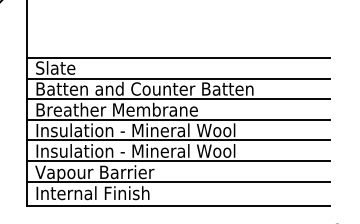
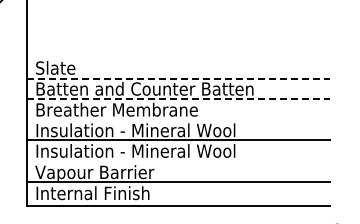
line at (178, 57): present -> none
line at (178, 78): solid -> dashed
line at (178, 99): solid -> dashed
line at (178, 119): present -> none
line at (178, 161): present -> none
